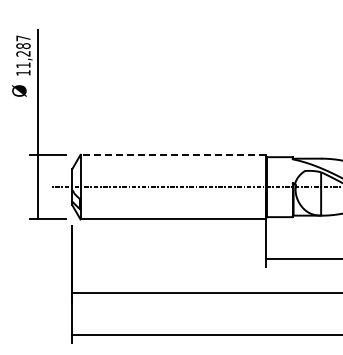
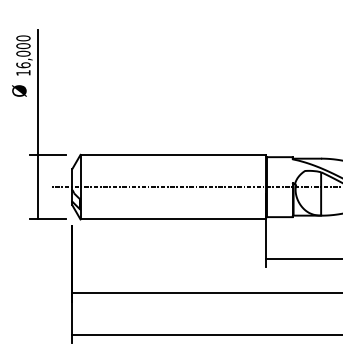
text at (23, 51): 11,287 -> 16,000
line at (173, 154): dashed -> solid
